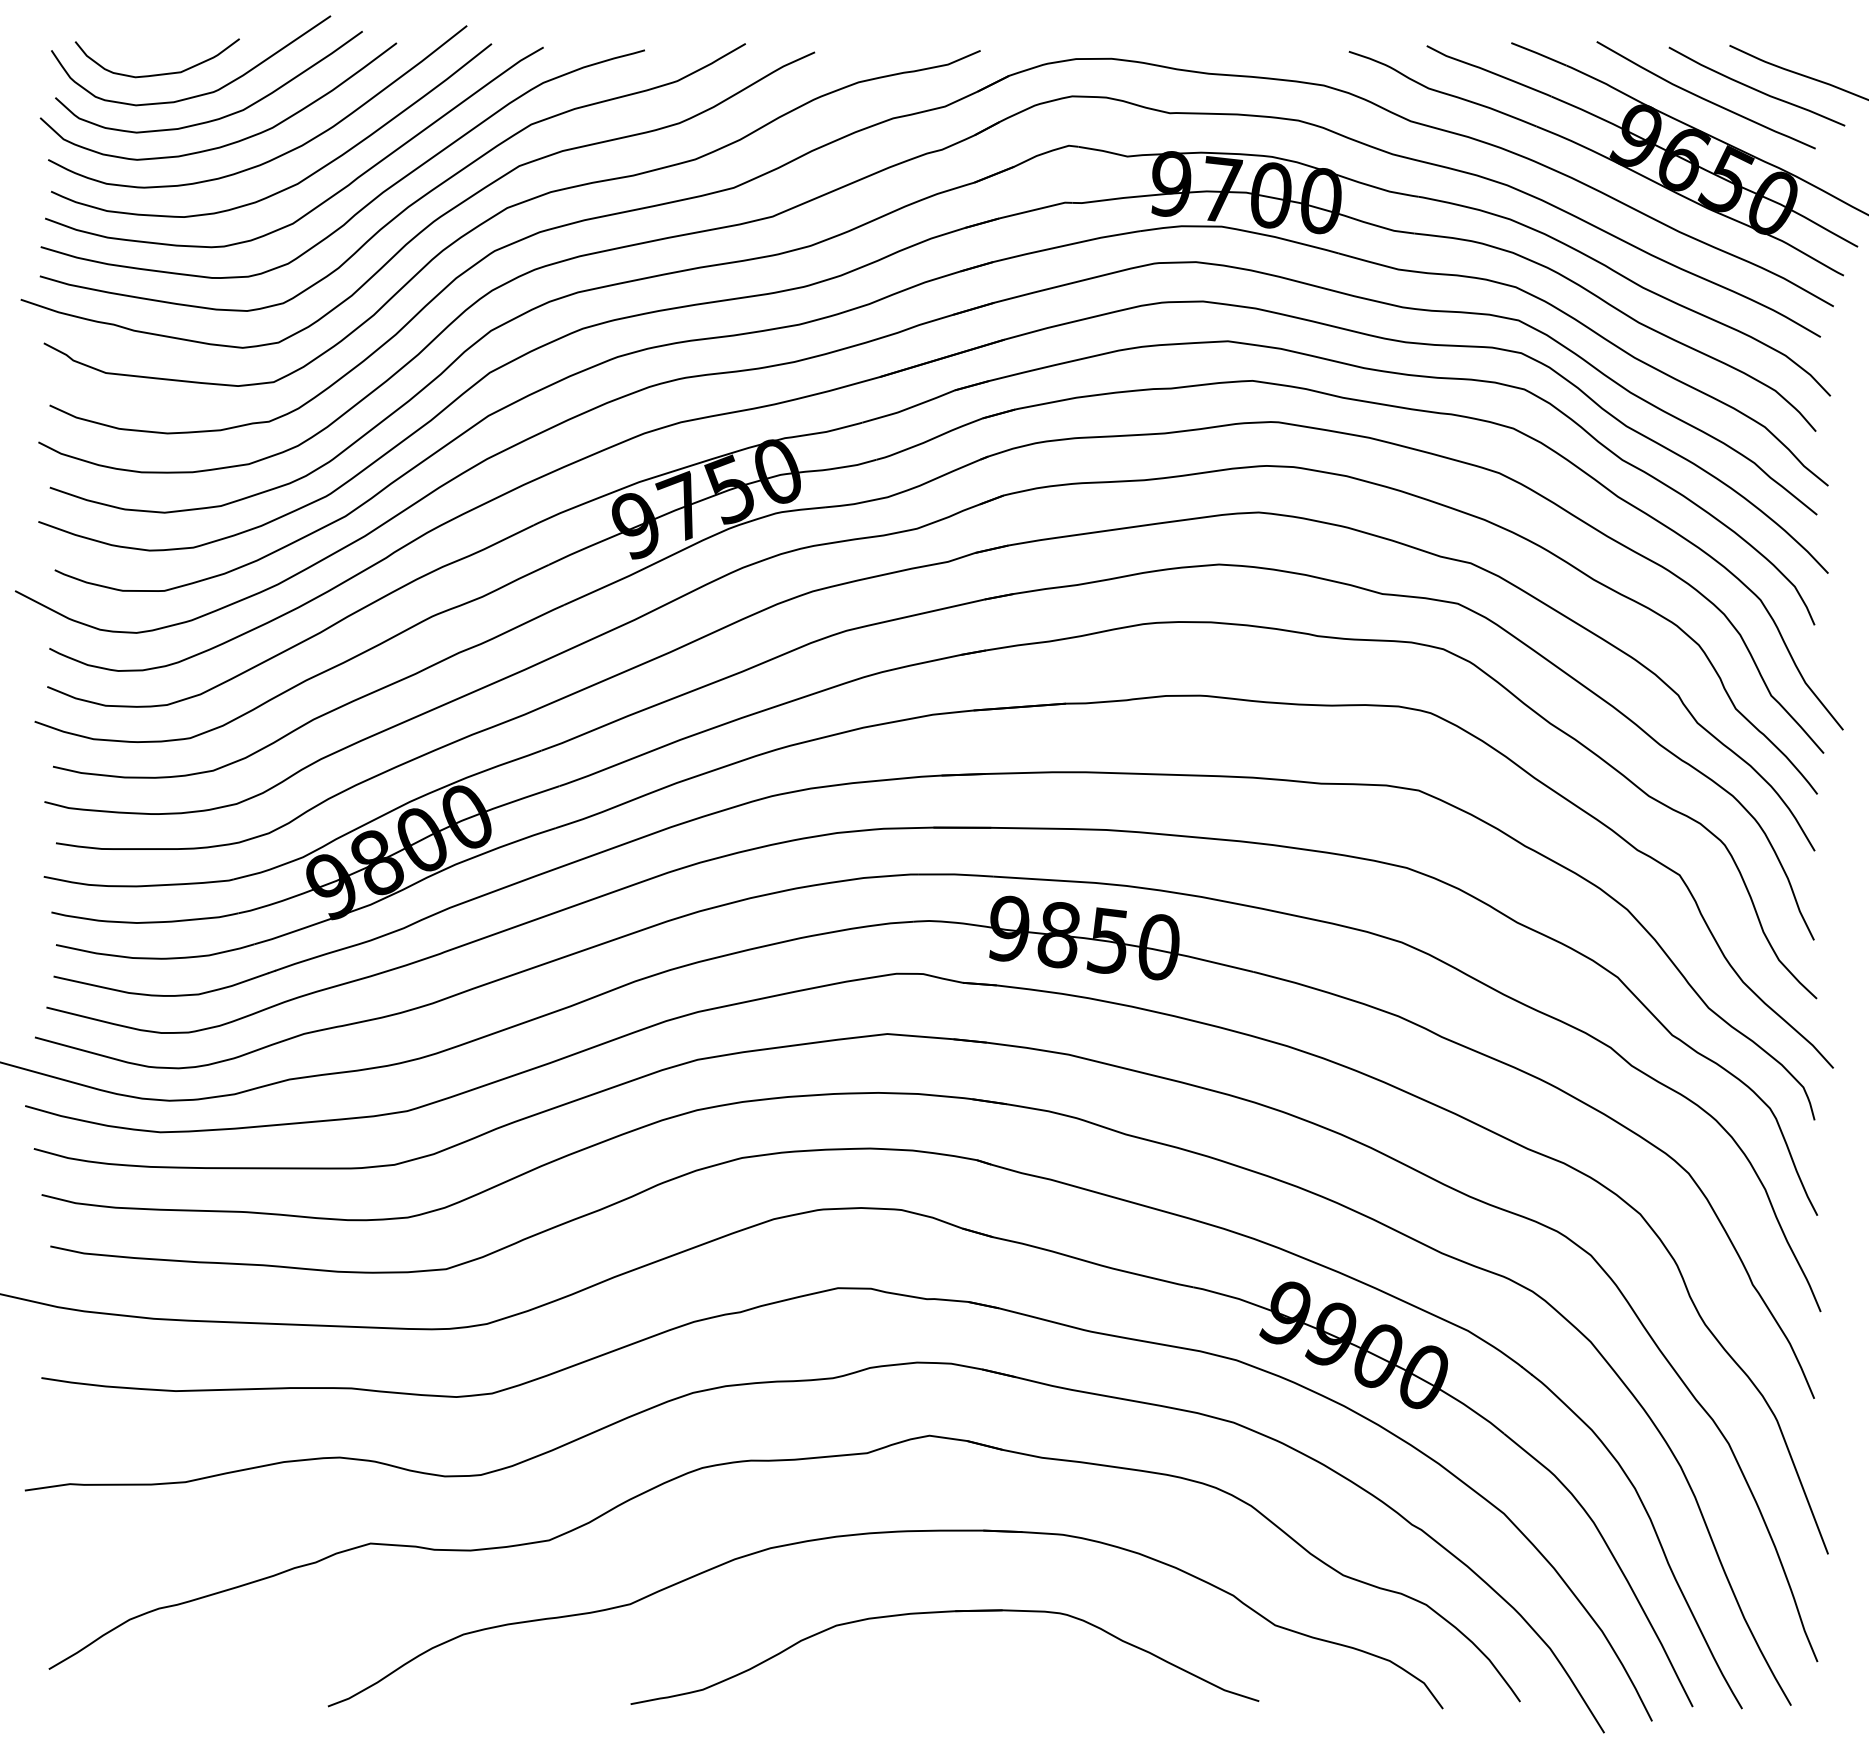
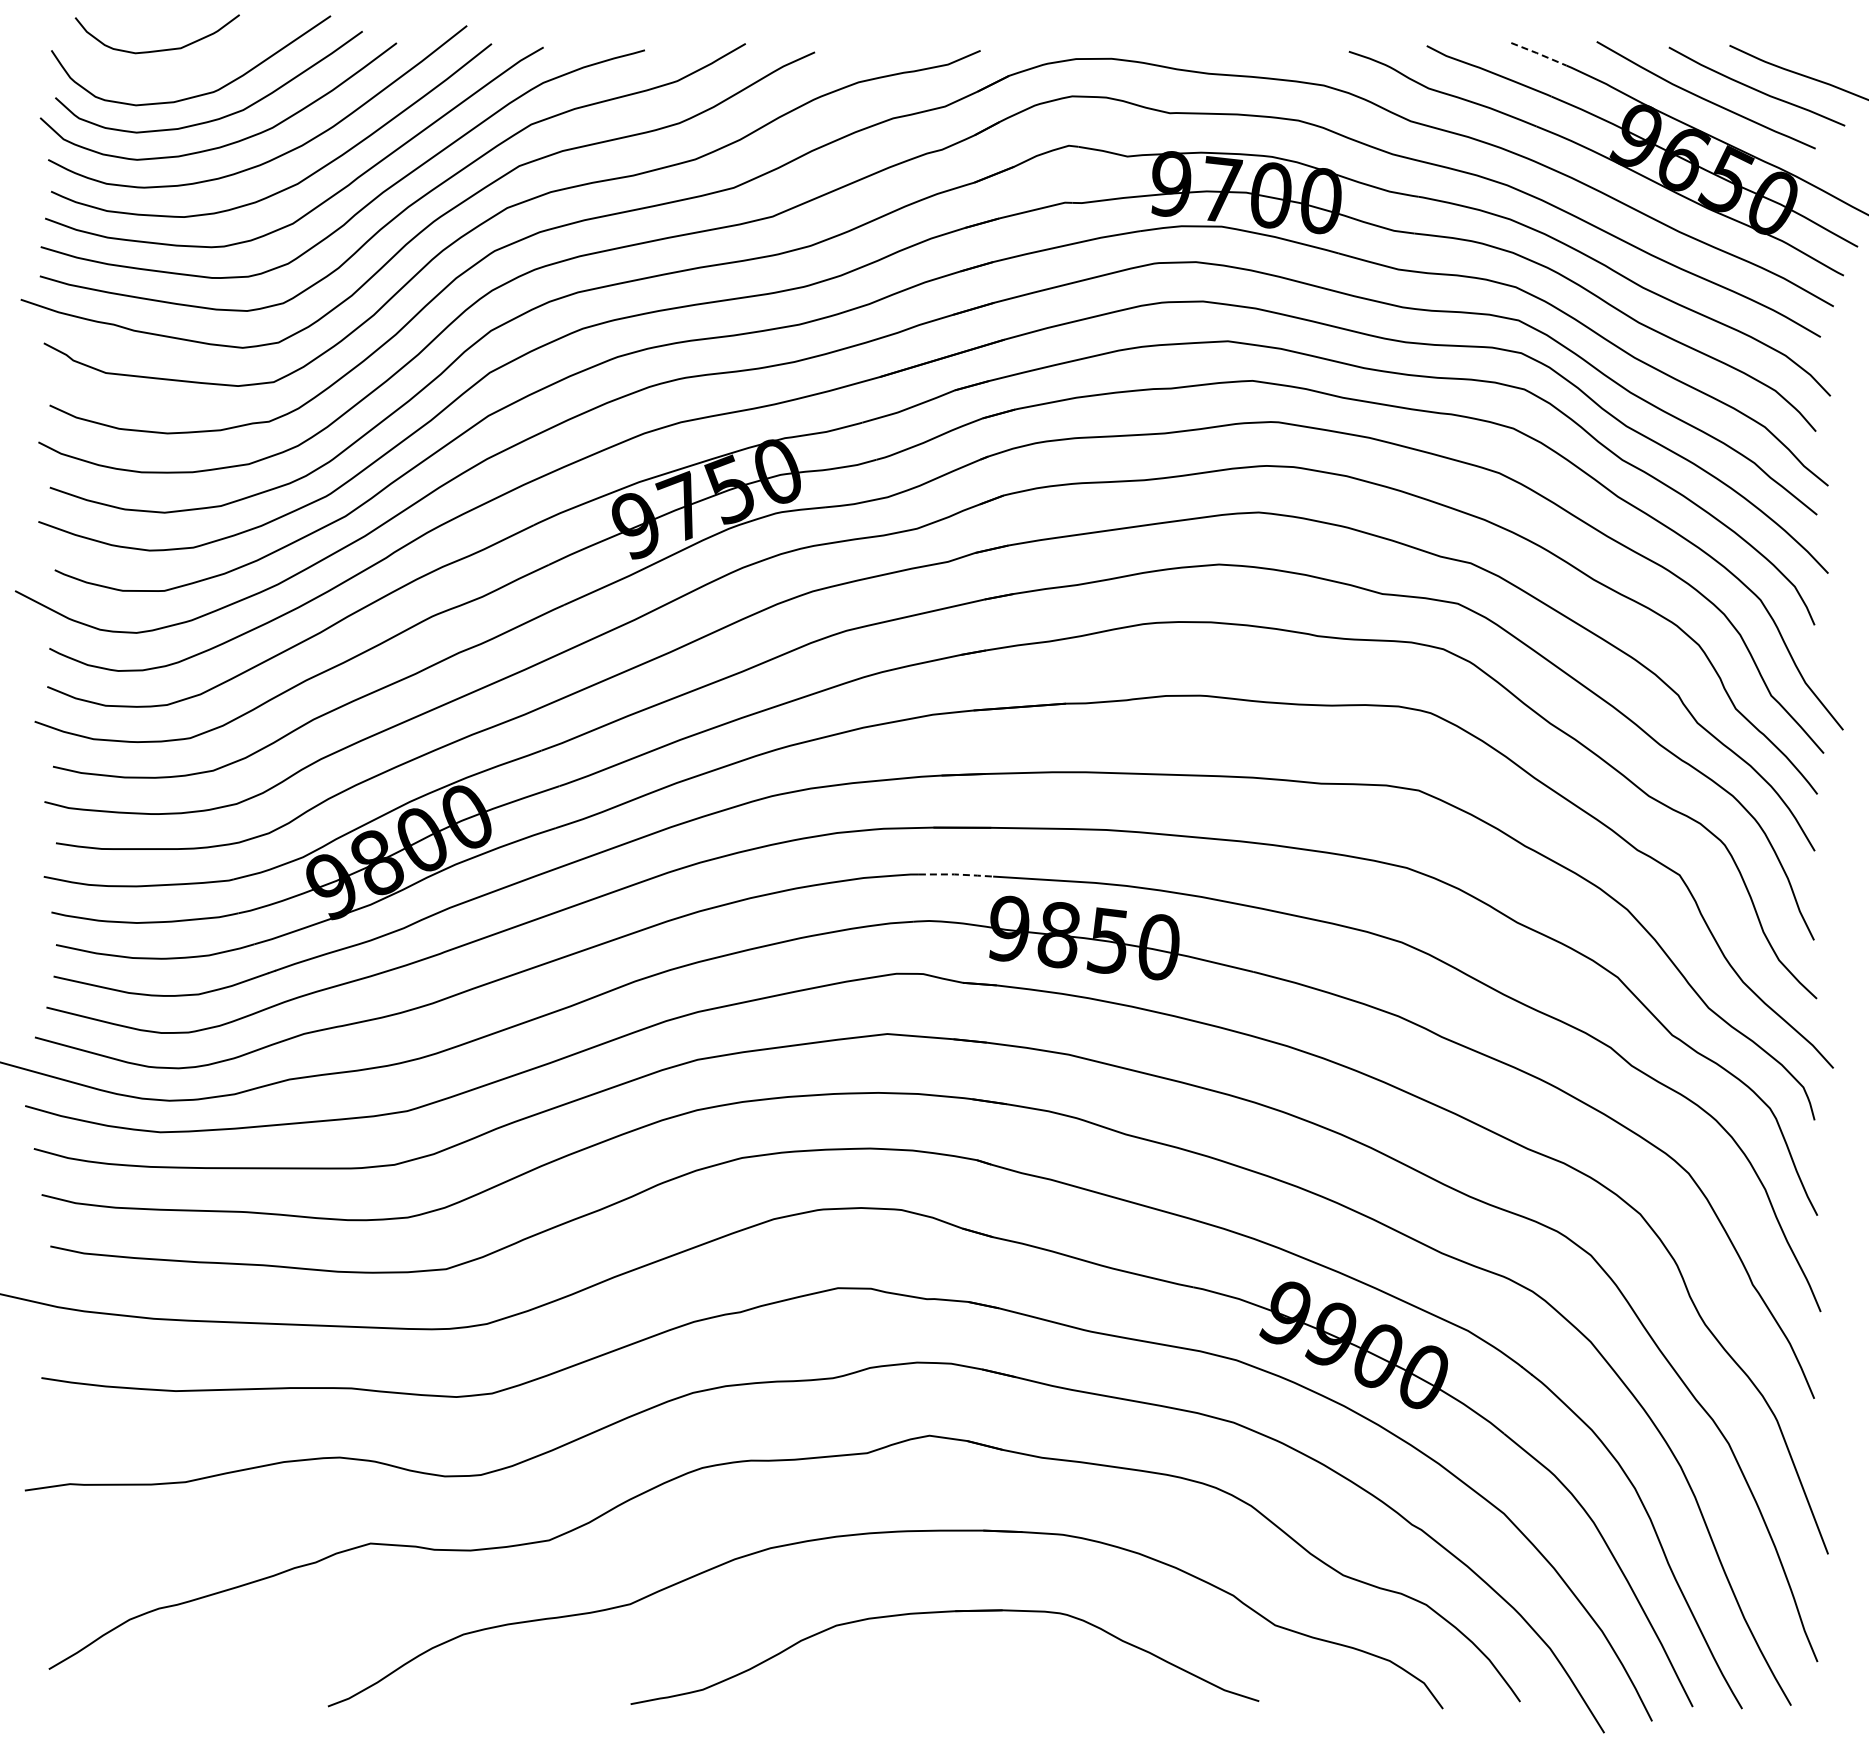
line at (1538, 53): solid -> dashed
curve at (159, 73) position: (159, 73) -> (159, 49)
line at (956, 874): solid -> dashed
